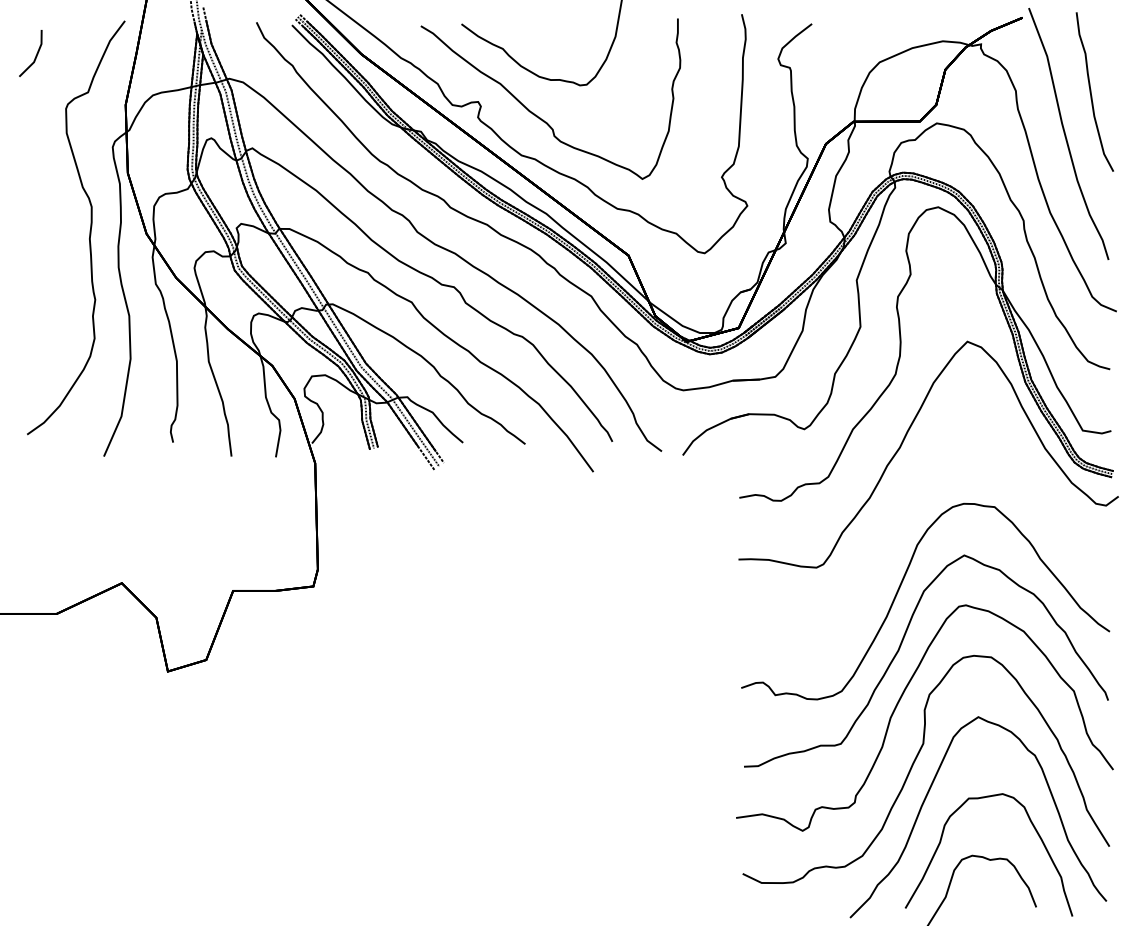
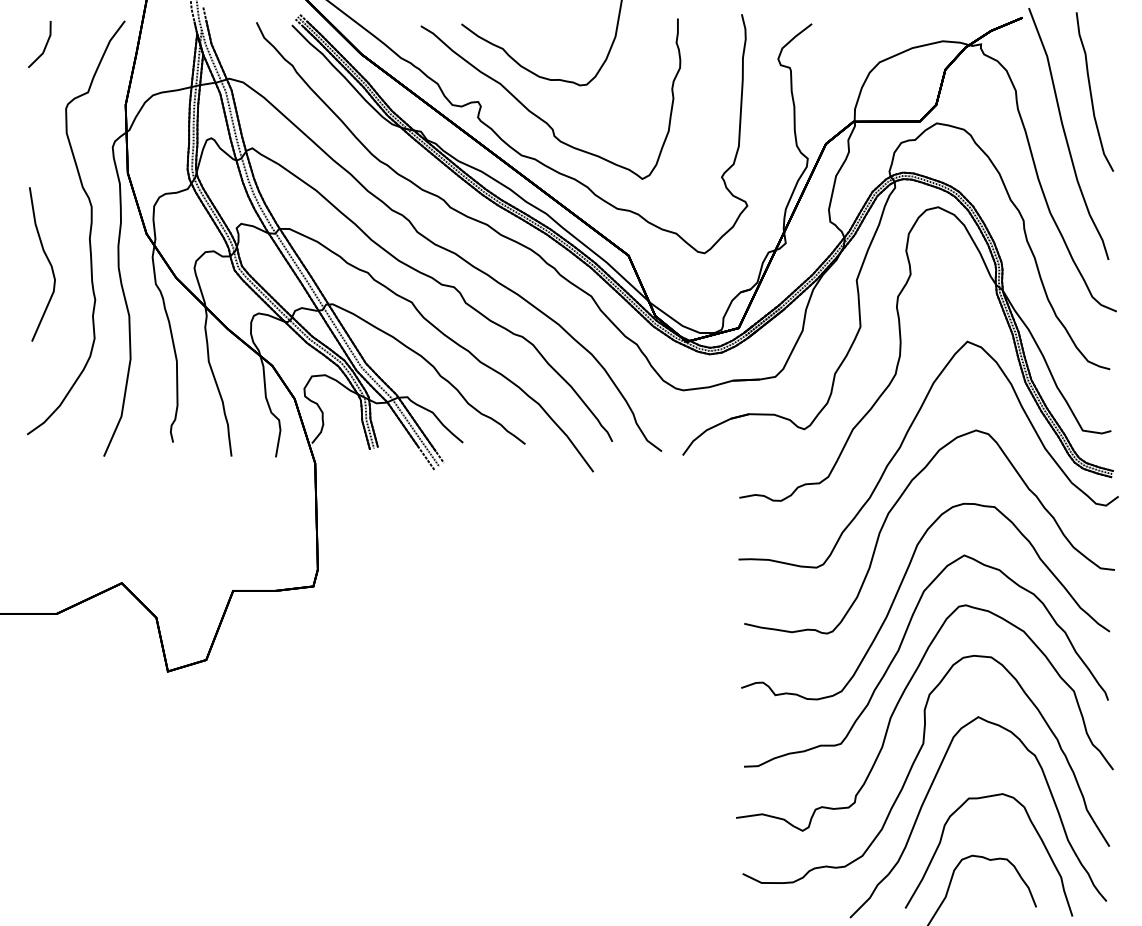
line at (35, 55) position: (35, 55) -> (44, 46)
curve at (48, 262): none -> present
curve at (896, 504): none -> present
